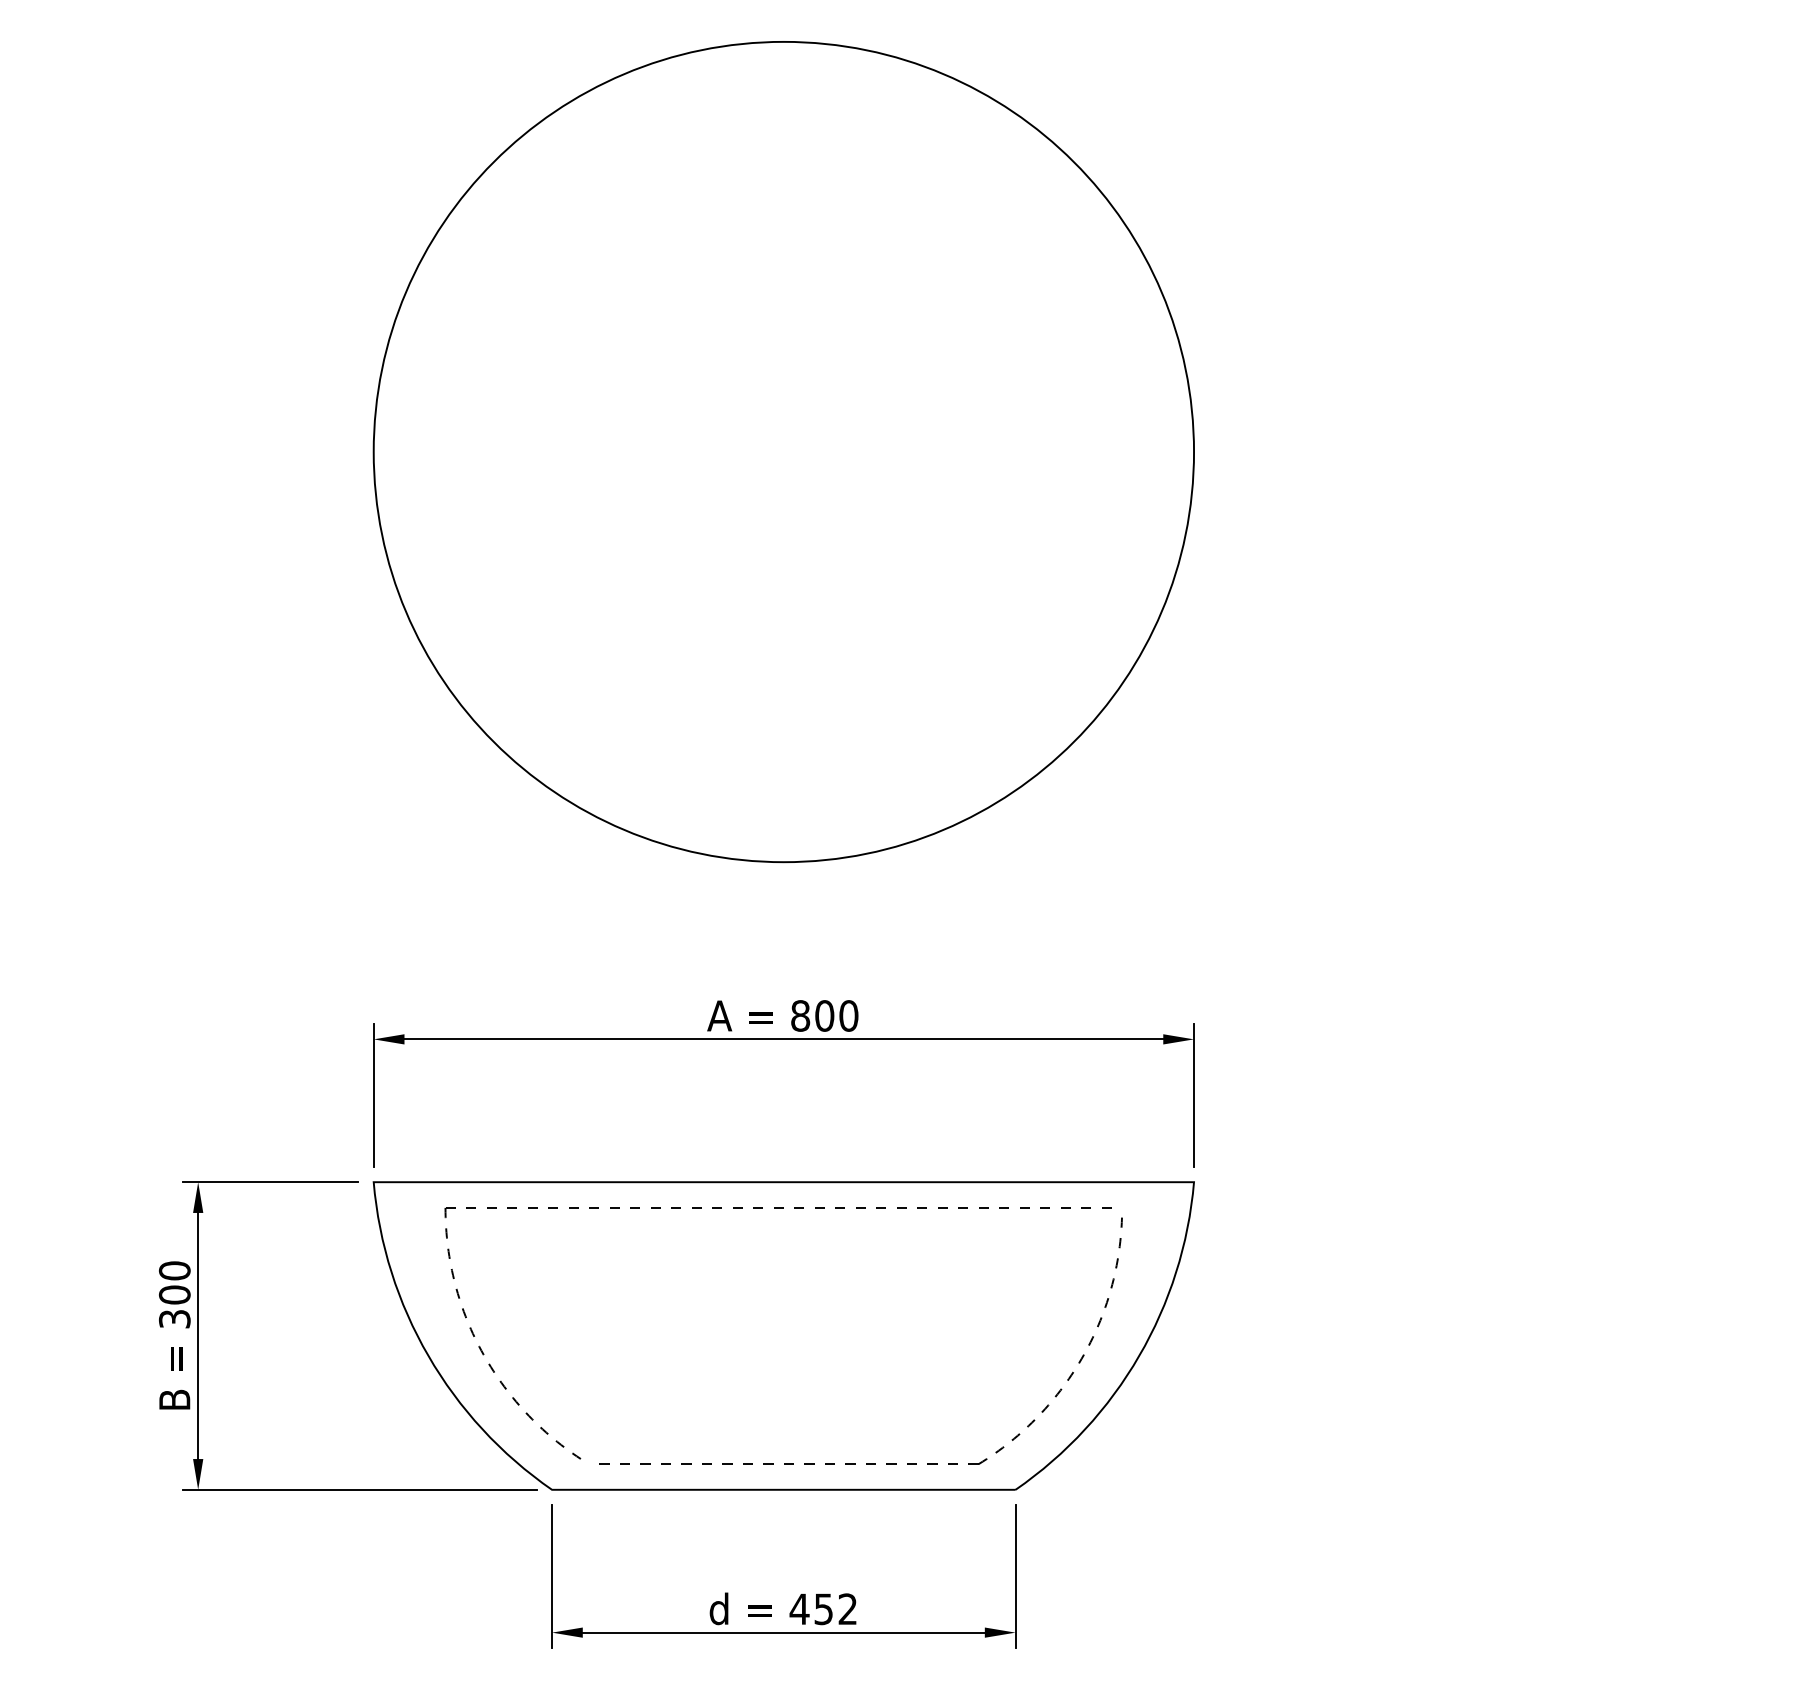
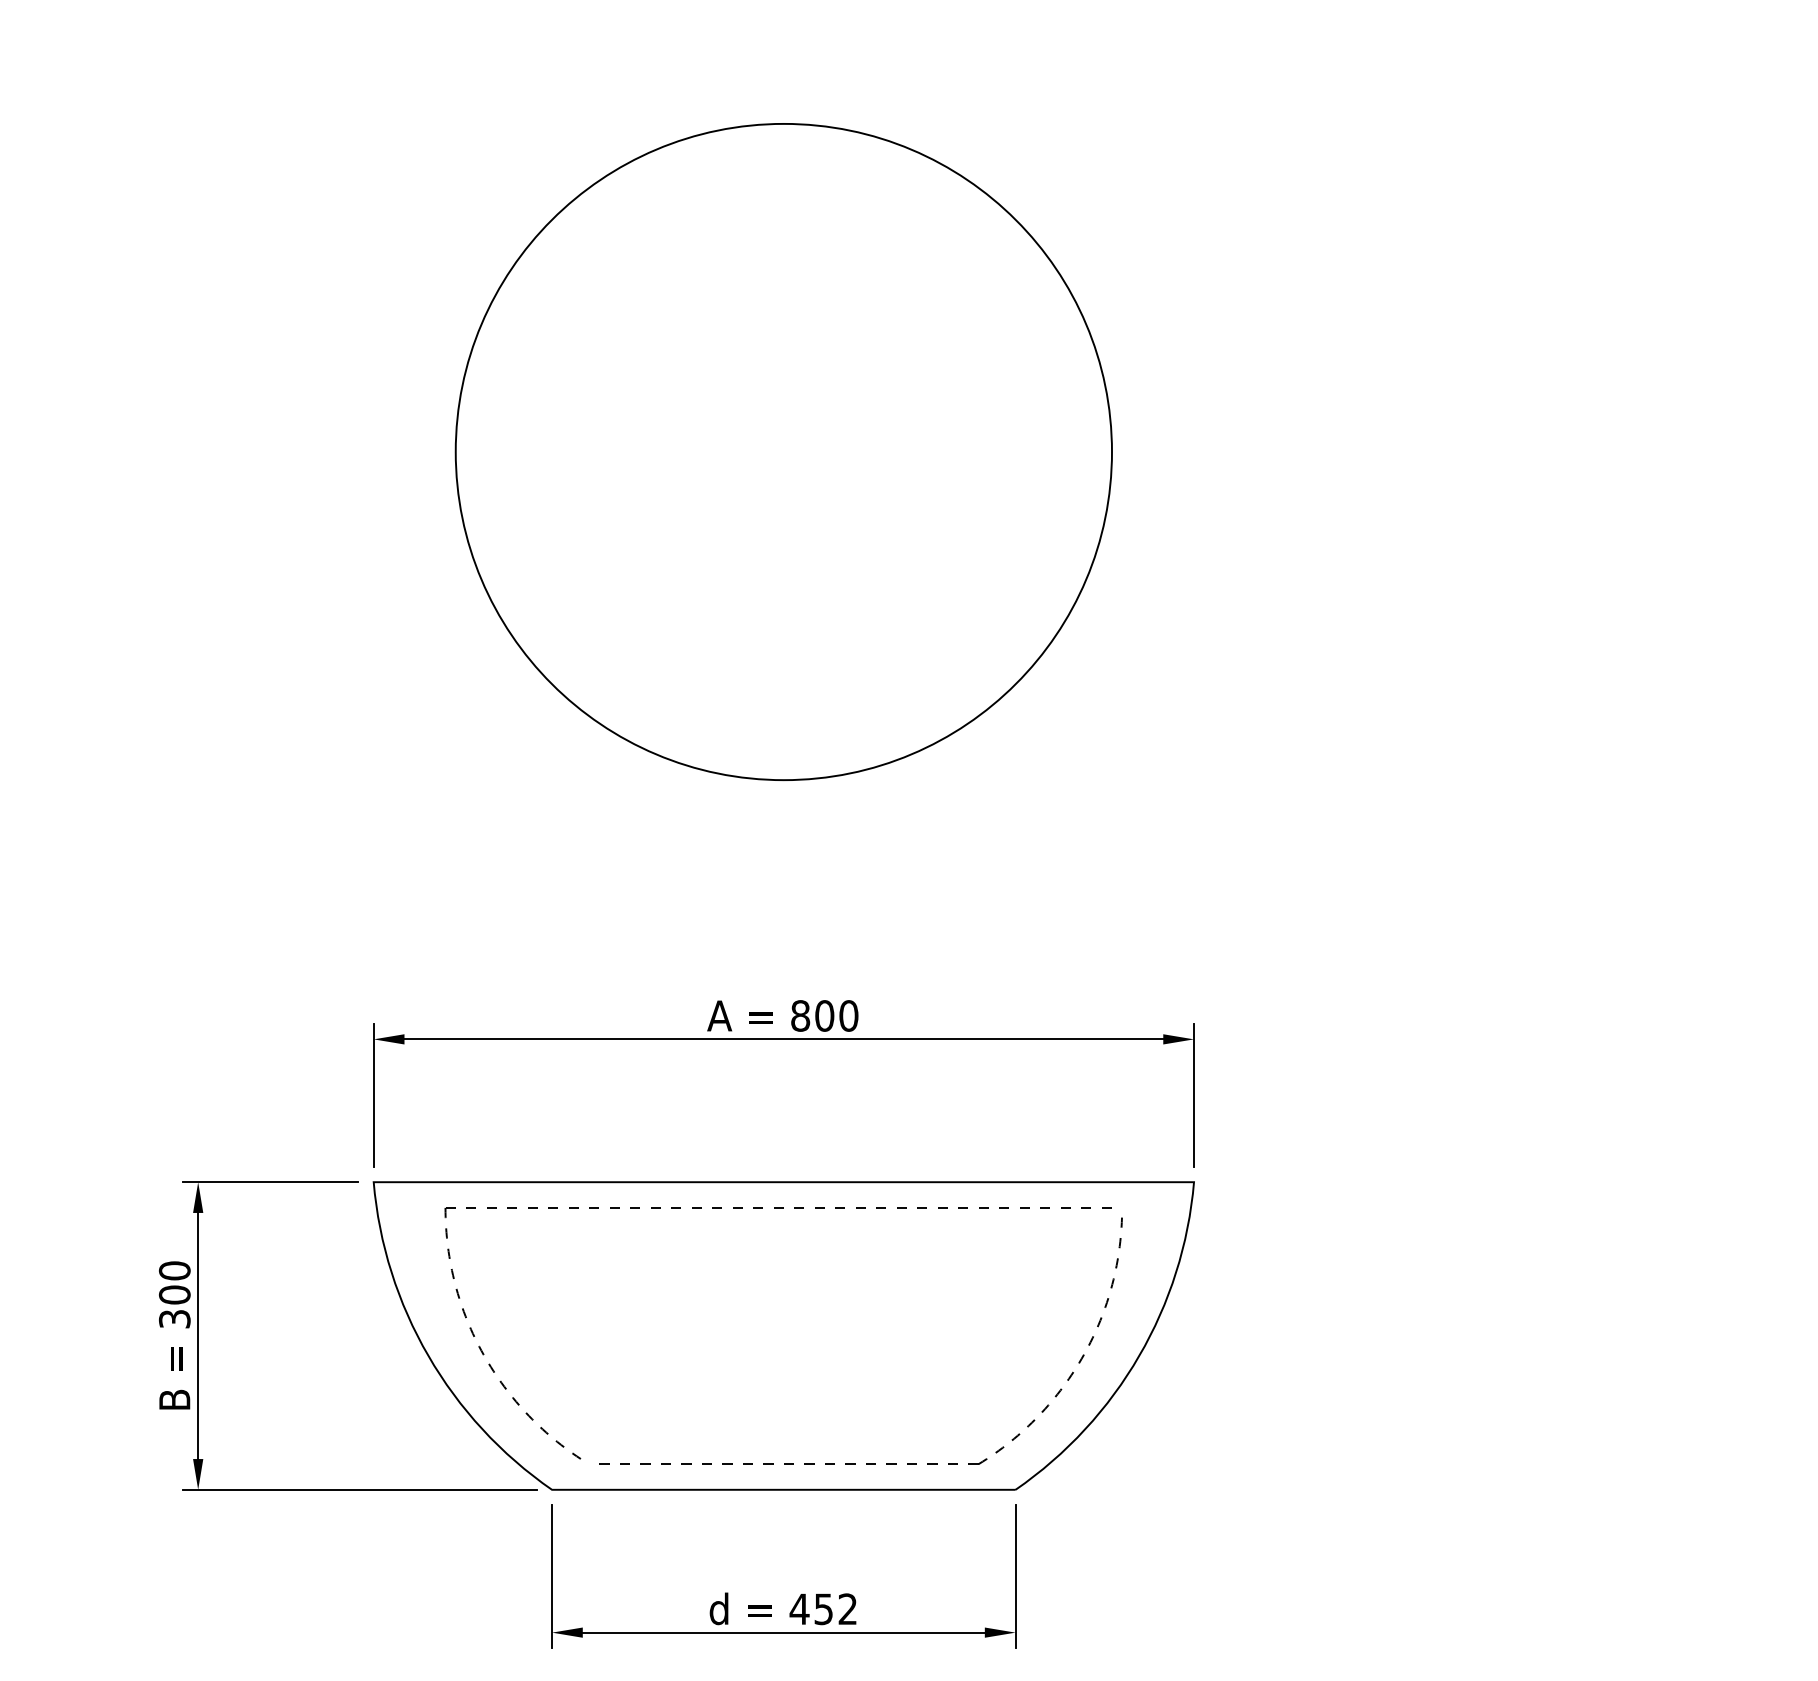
circle at (783, 451) diameter: 820 px -> 656 px
